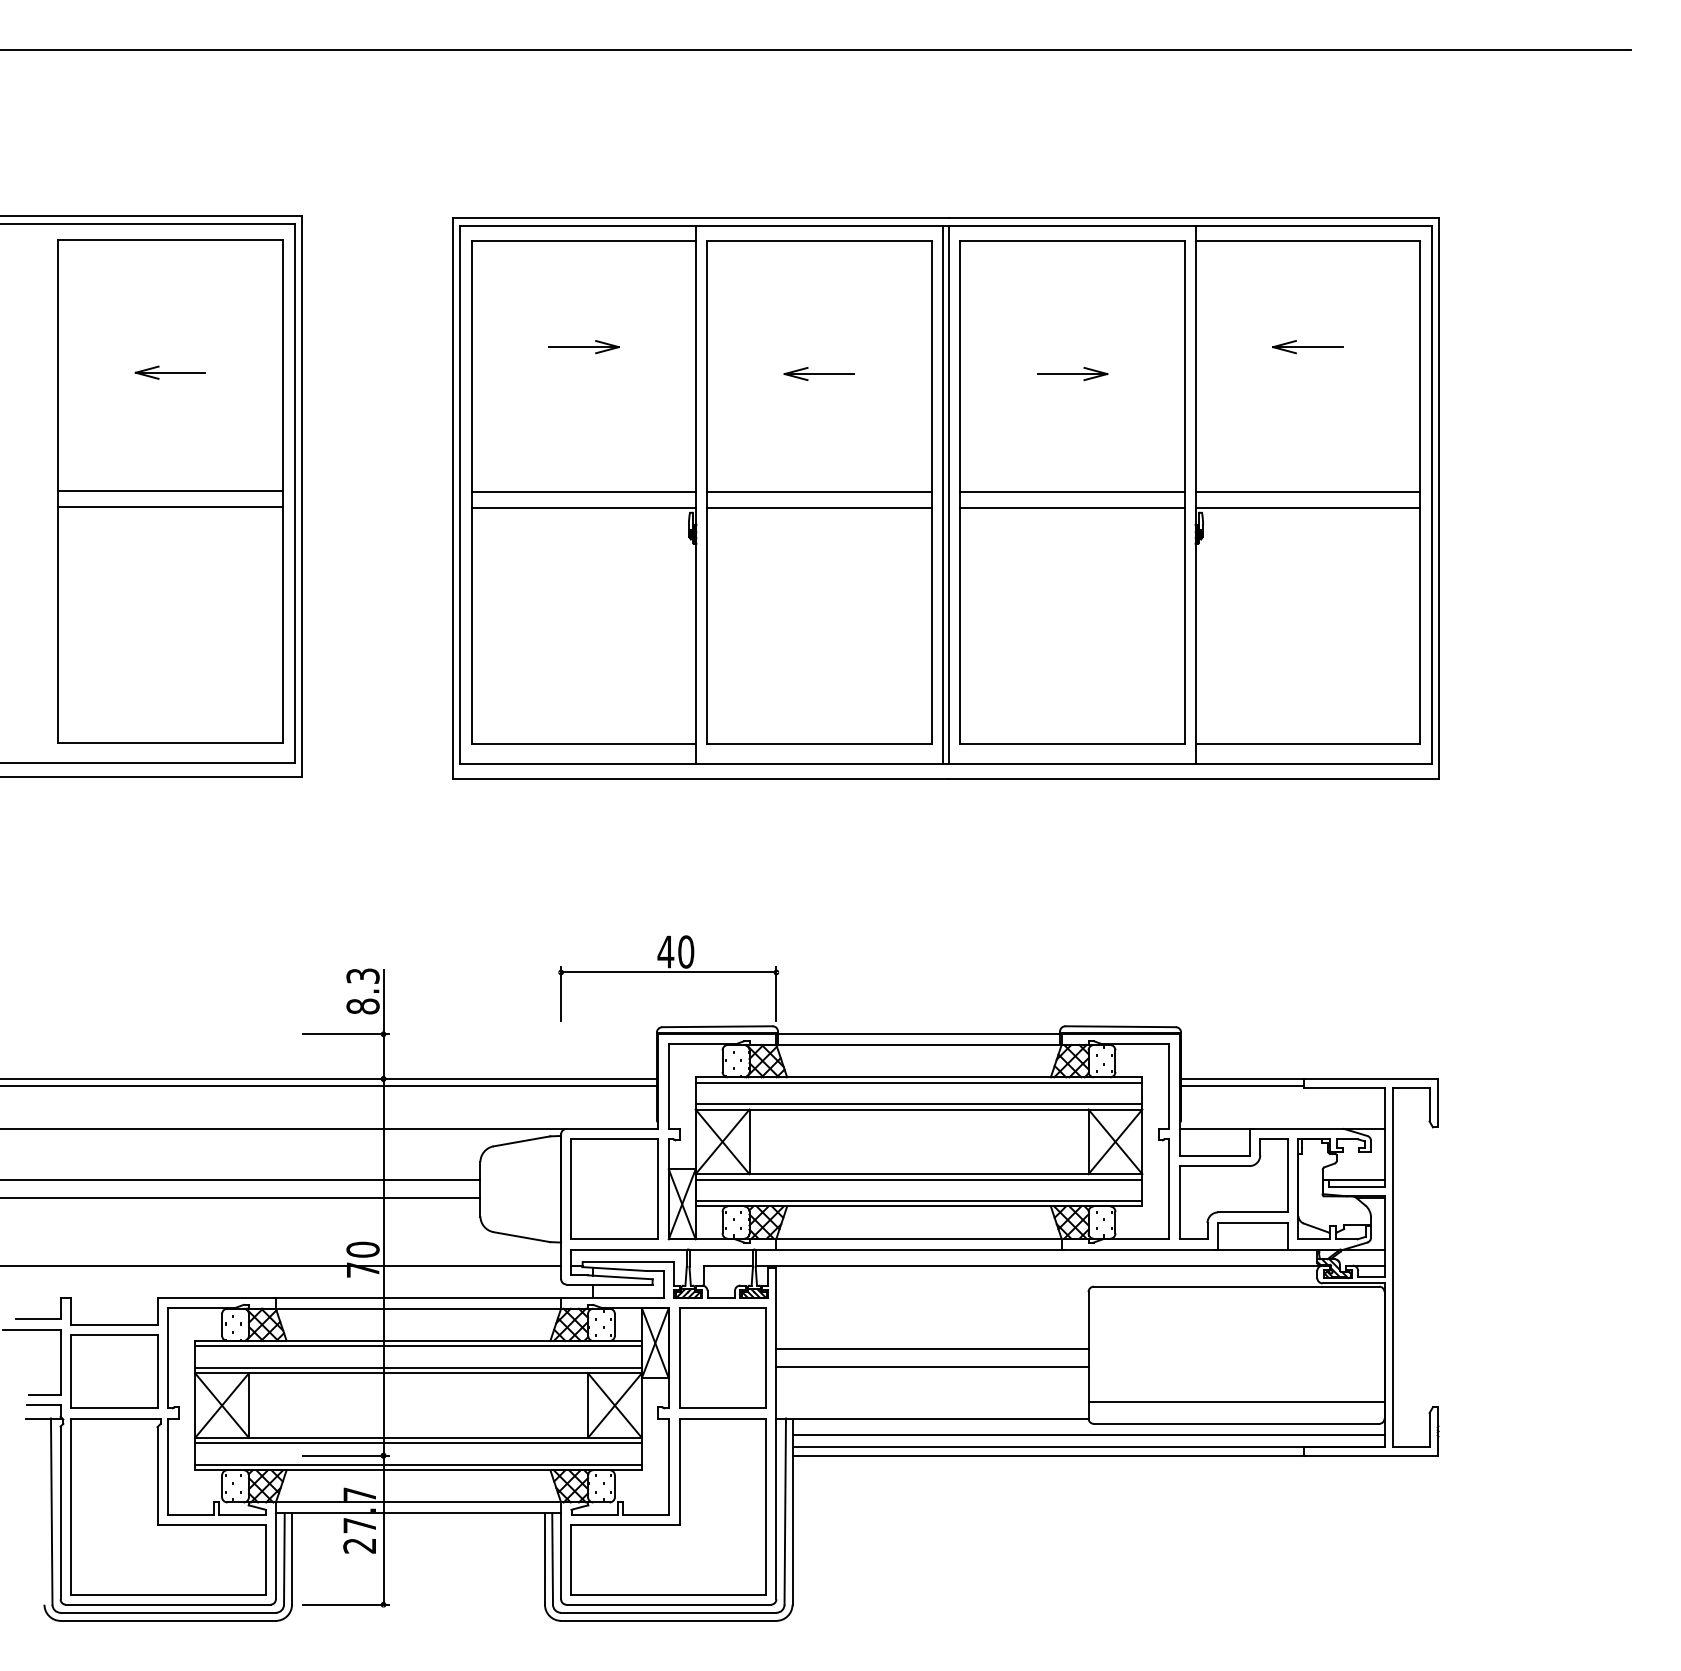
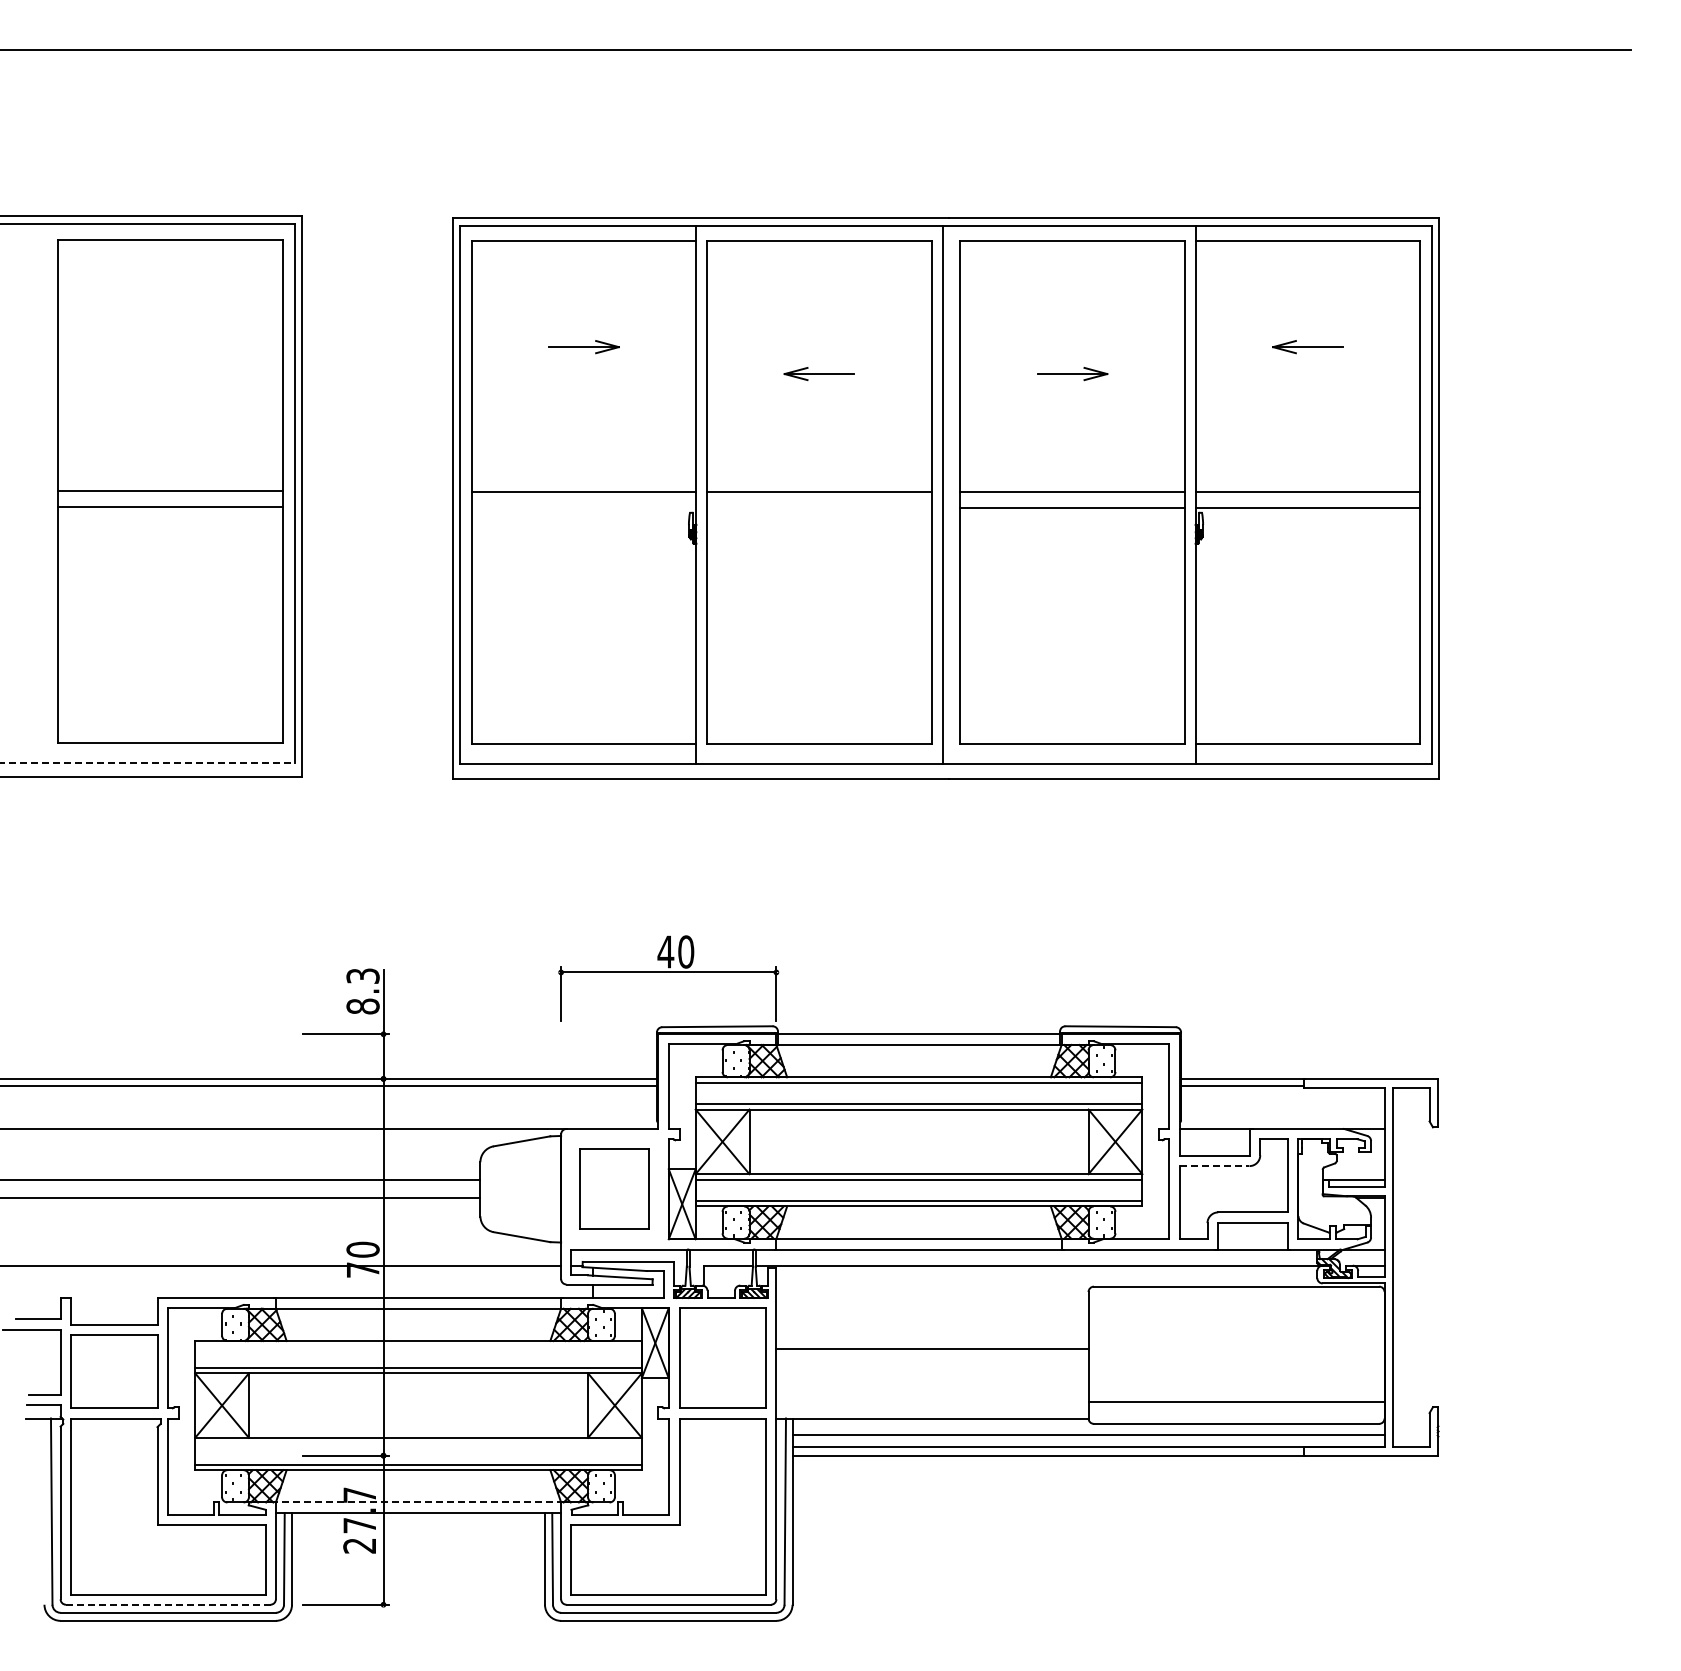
part at (169, 372): present -> none
line at (949, 494): present -> none
line at (583, 508): present -> none
line at (819, 508): present -> none
line at (148, 762): solid -> dashed
line at (1214, 1166): solid -> dashed
part at (614, 1188) size: 89x102 px -> 71x82 px
line at (418, 1346): present -> none
line at (932, 1367): present -> none
line at (418, 1443): present -> none
line at (418, 1502): solid -> dashed
line at (168, 1604): solid -> dashed
